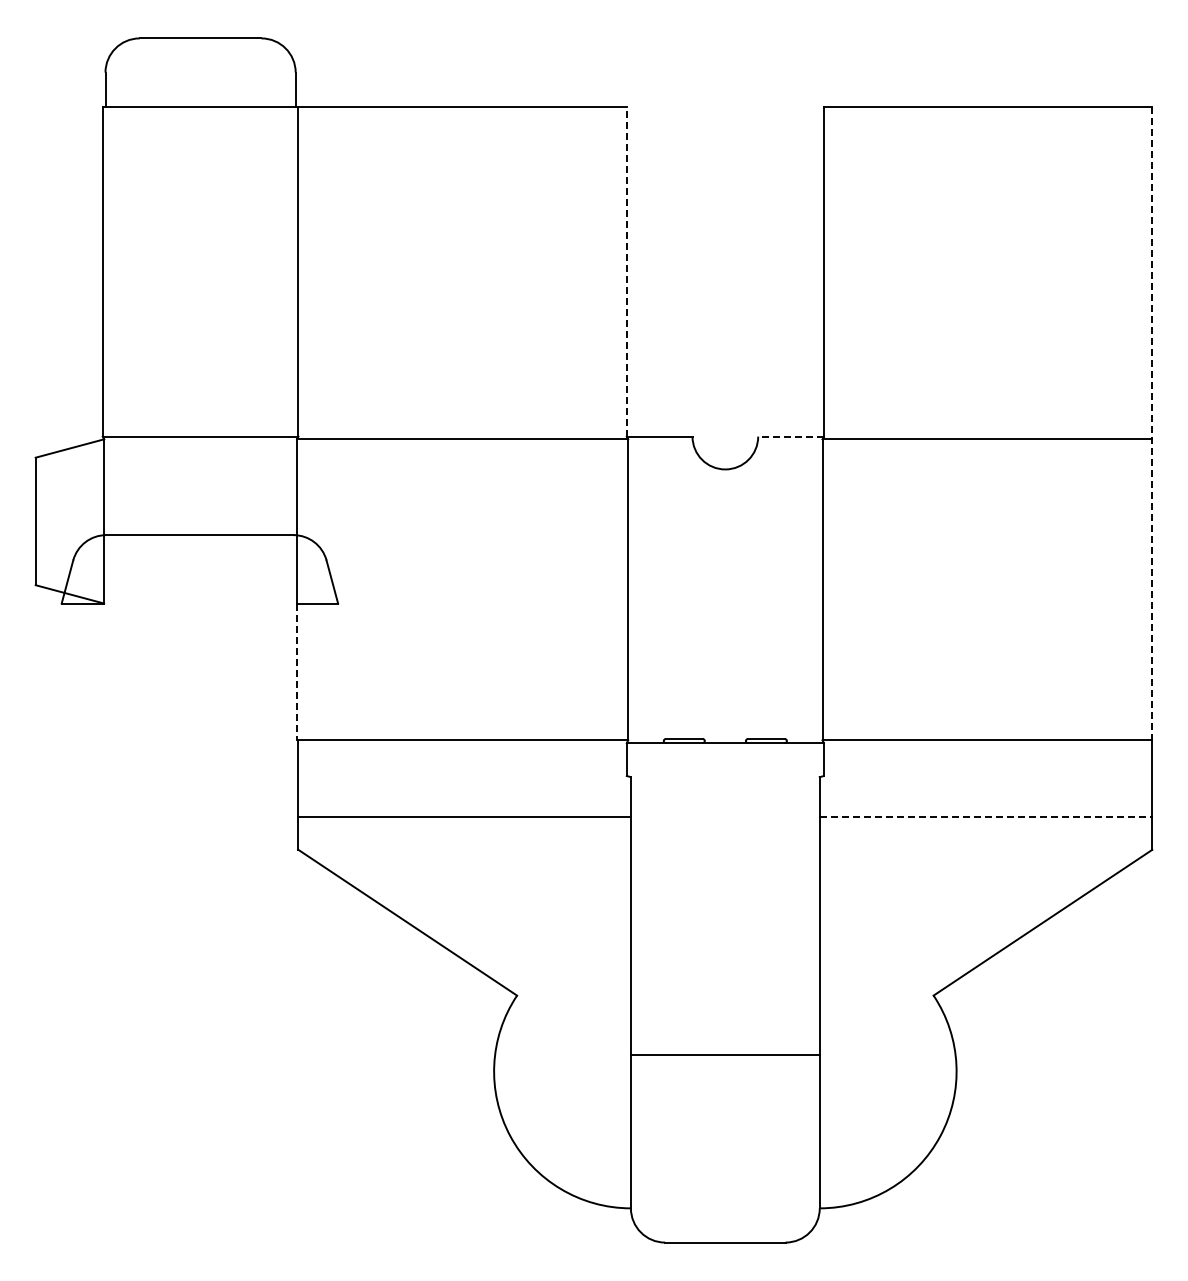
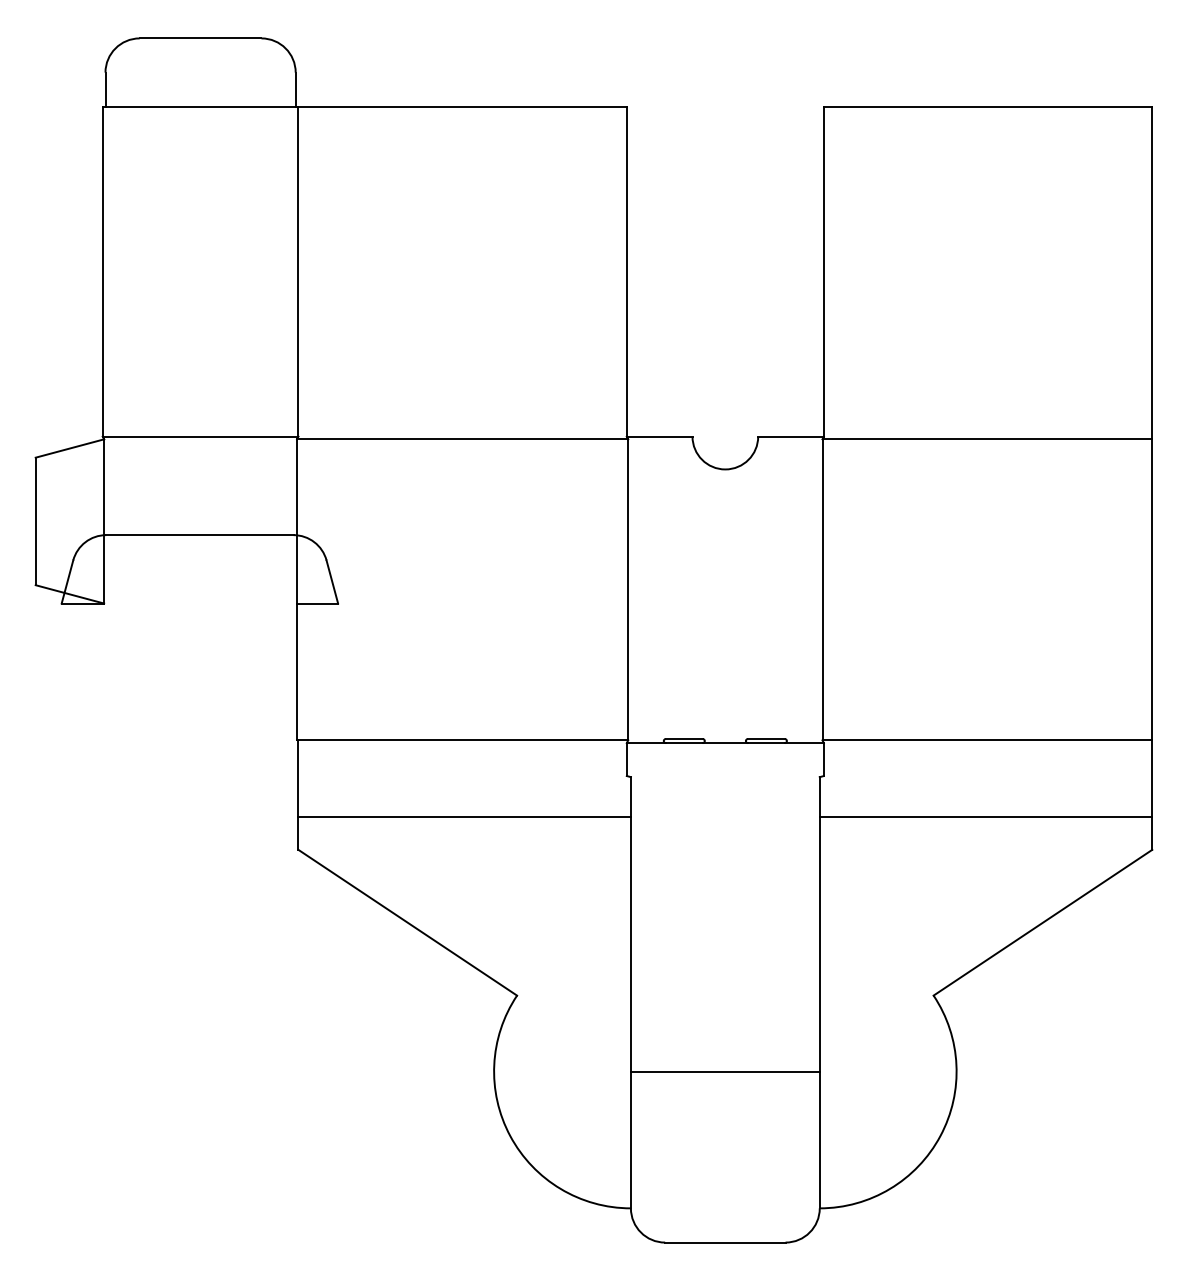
line at (626, 271): dashed -> solid
line at (1152, 423): dashed -> solid
line at (791, 436): dashed -> solid
line at (297, 672): dashed -> solid
line at (986, 817): dashed -> solid
line at (724, 1054) position: (724, 1054) -> (724, 1071)
